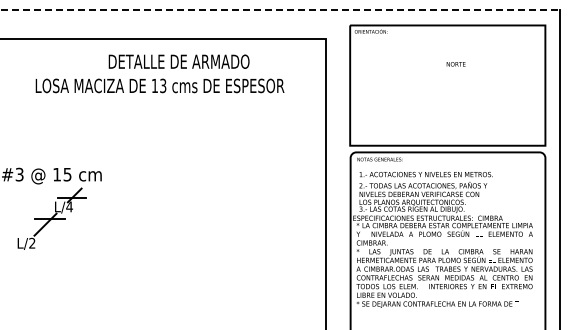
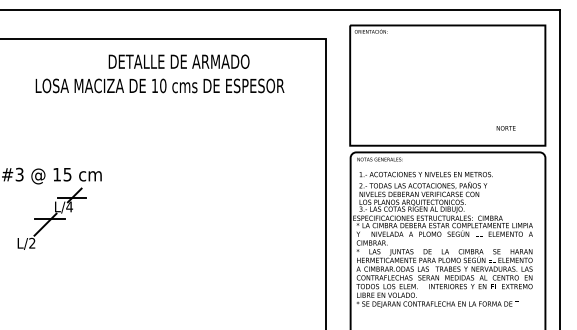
line at (279, 9): dashed -> solid
text at (455, 64) position: (455, 64) -> (505, 128)
text at (163, 85): 13 -> 10
